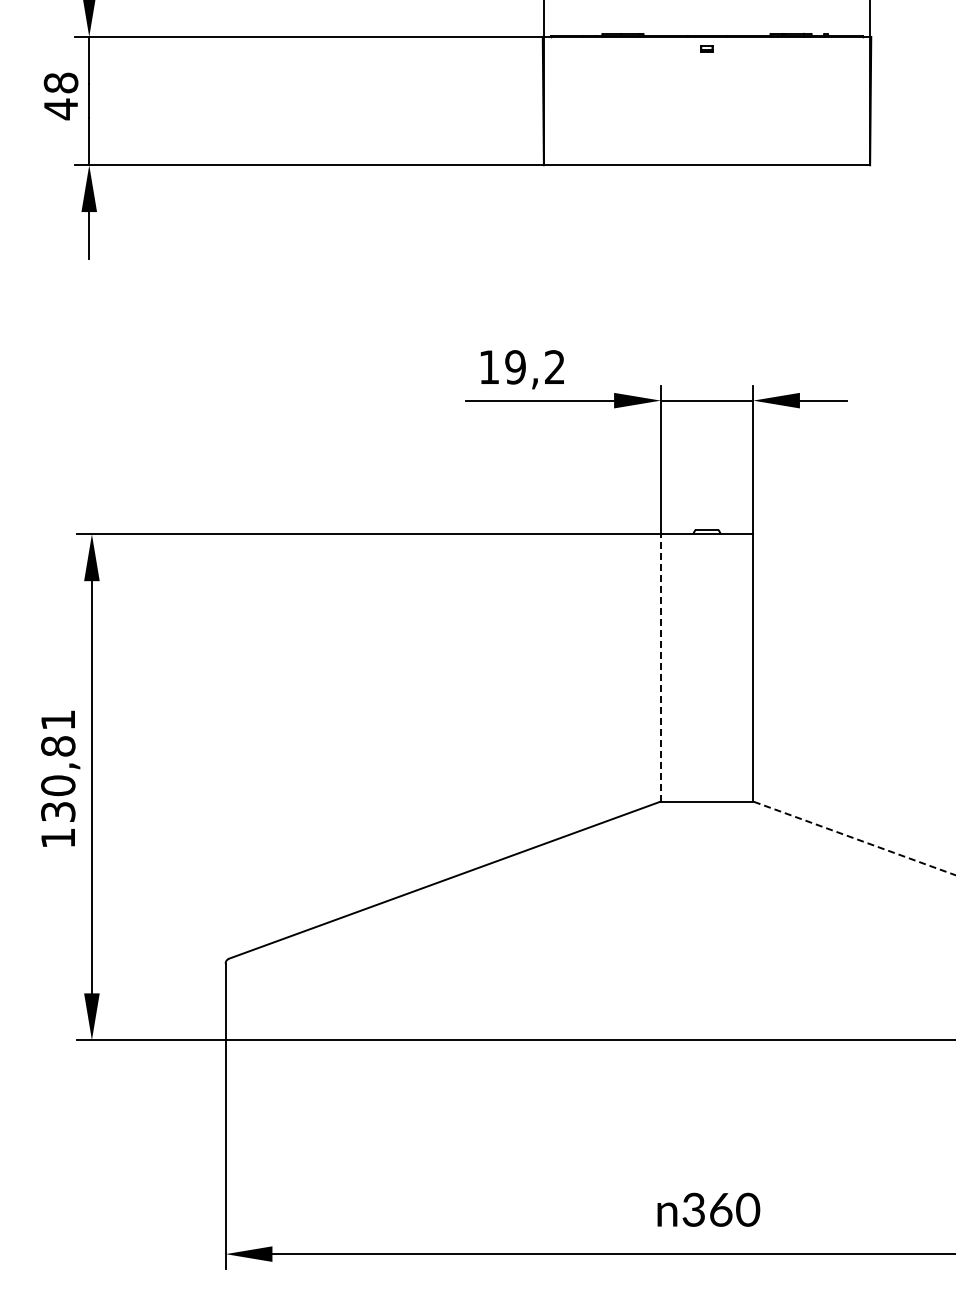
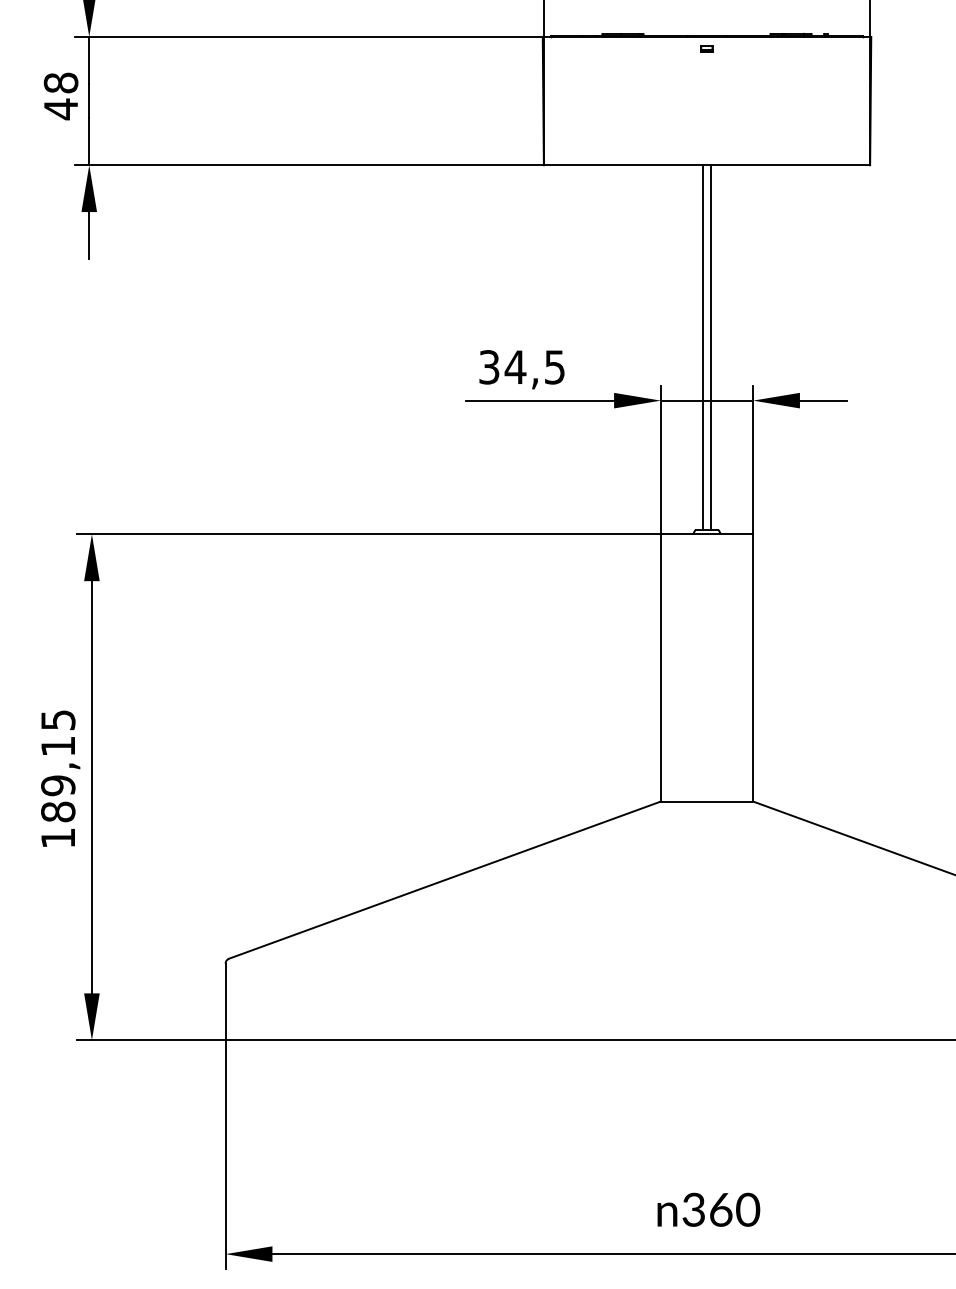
line at (703, 347): none -> present
line at (711, 347): none -> present
text at (521, 367): 19,2 -> 34,5
line at (660, 668): dashed -> solid
text at (58, 766): 130,81 -> 189,15
line at (855, 838): dashed -> solid
